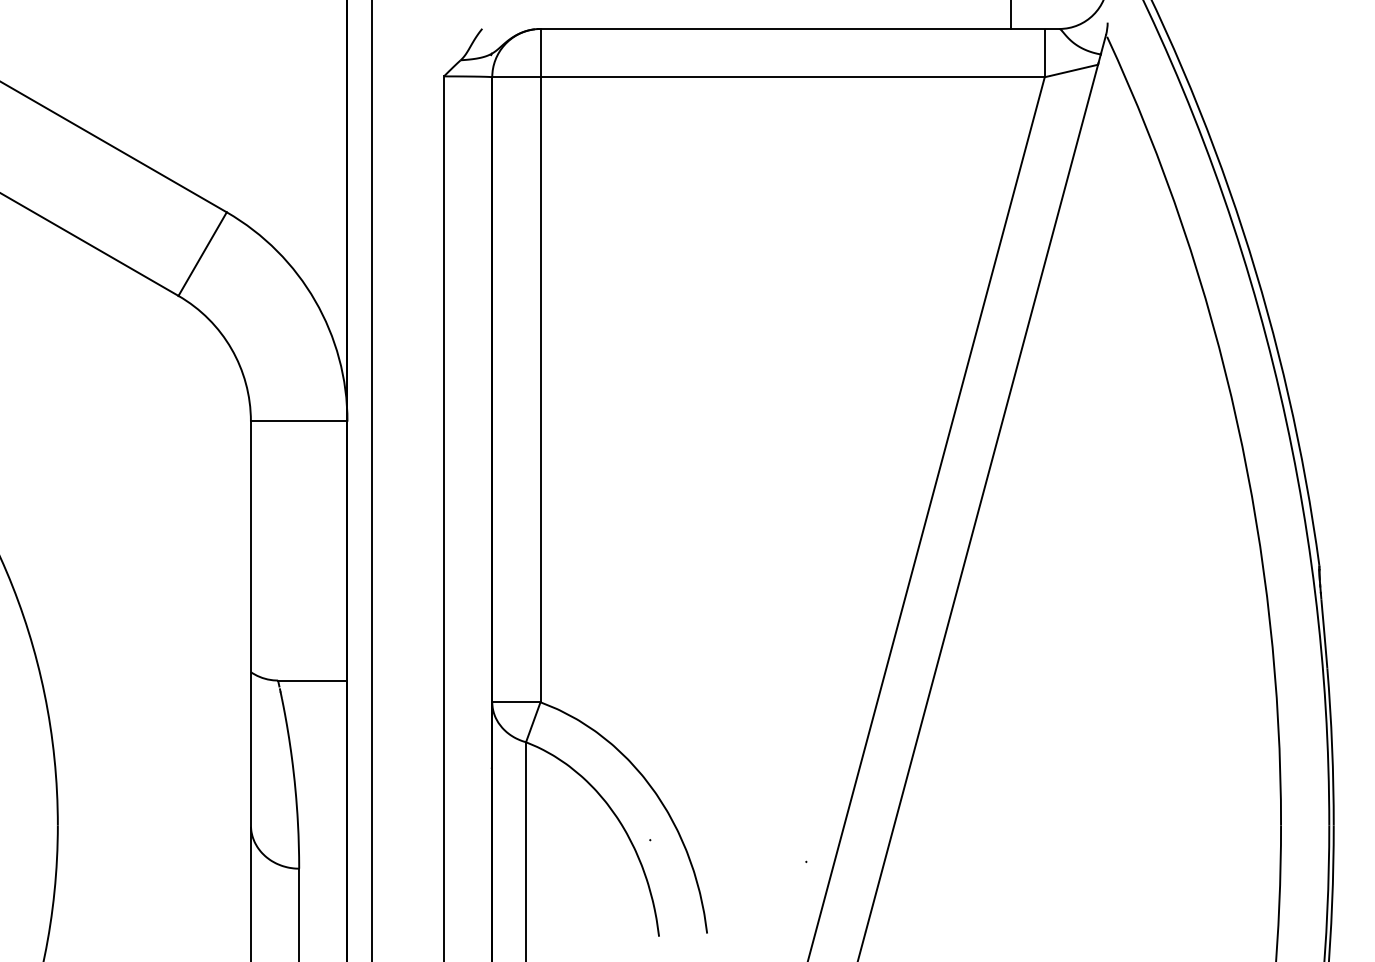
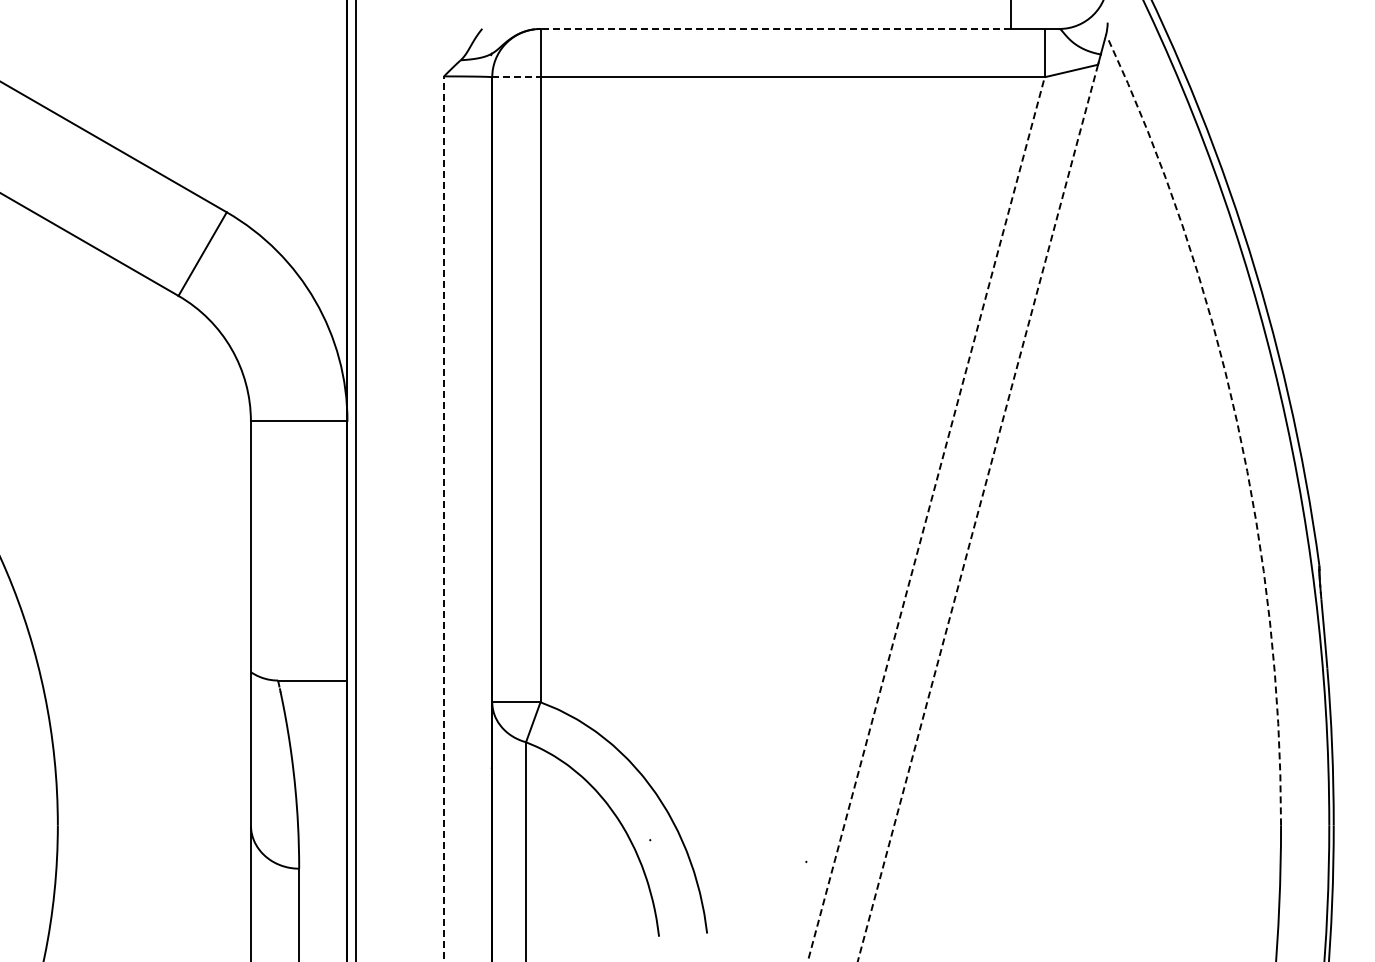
line at (775, 28): solid -> dashed
line at (516, 77): solid -> dashed
arc at (1237, 421): solid -> dashed
line at (371, 480) position: (371, 480) -> (355, 480)
line at (977, 513): solid -> dashed
line at (444, 518): solid -> dashed
line at (926, 519): solid -> dashed
